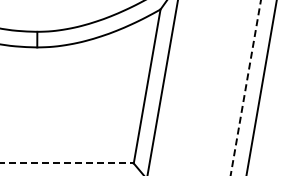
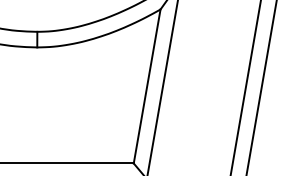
line at (245, 87): dashed -> solid
line at (67, 163): dashed -> solid
